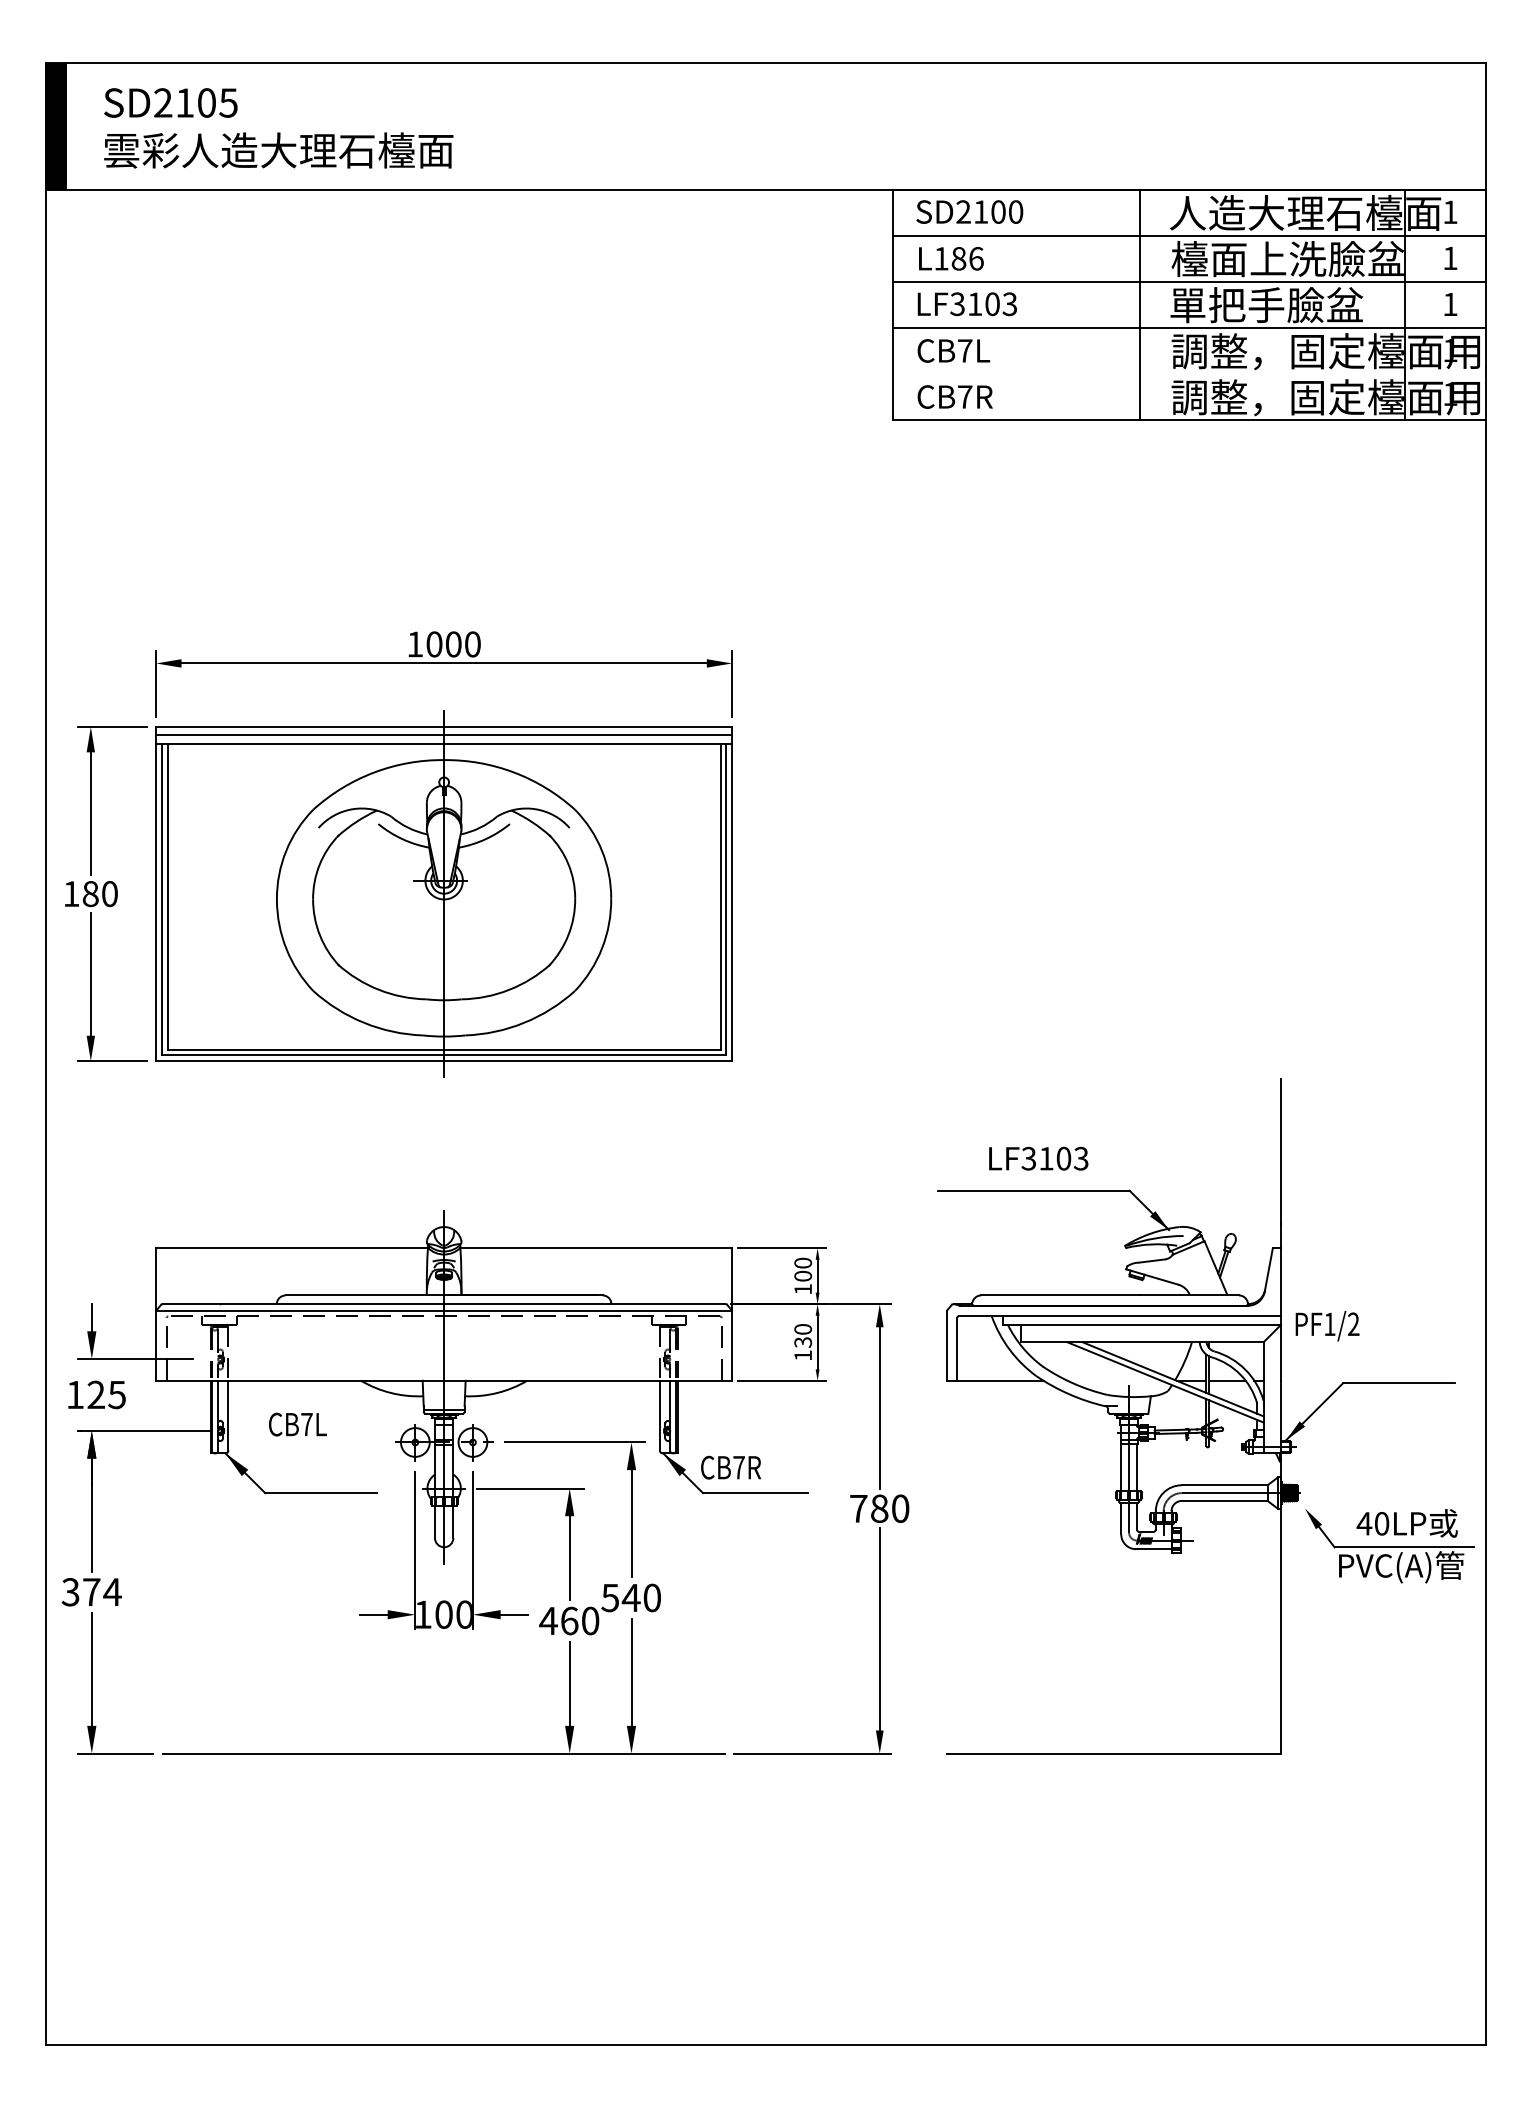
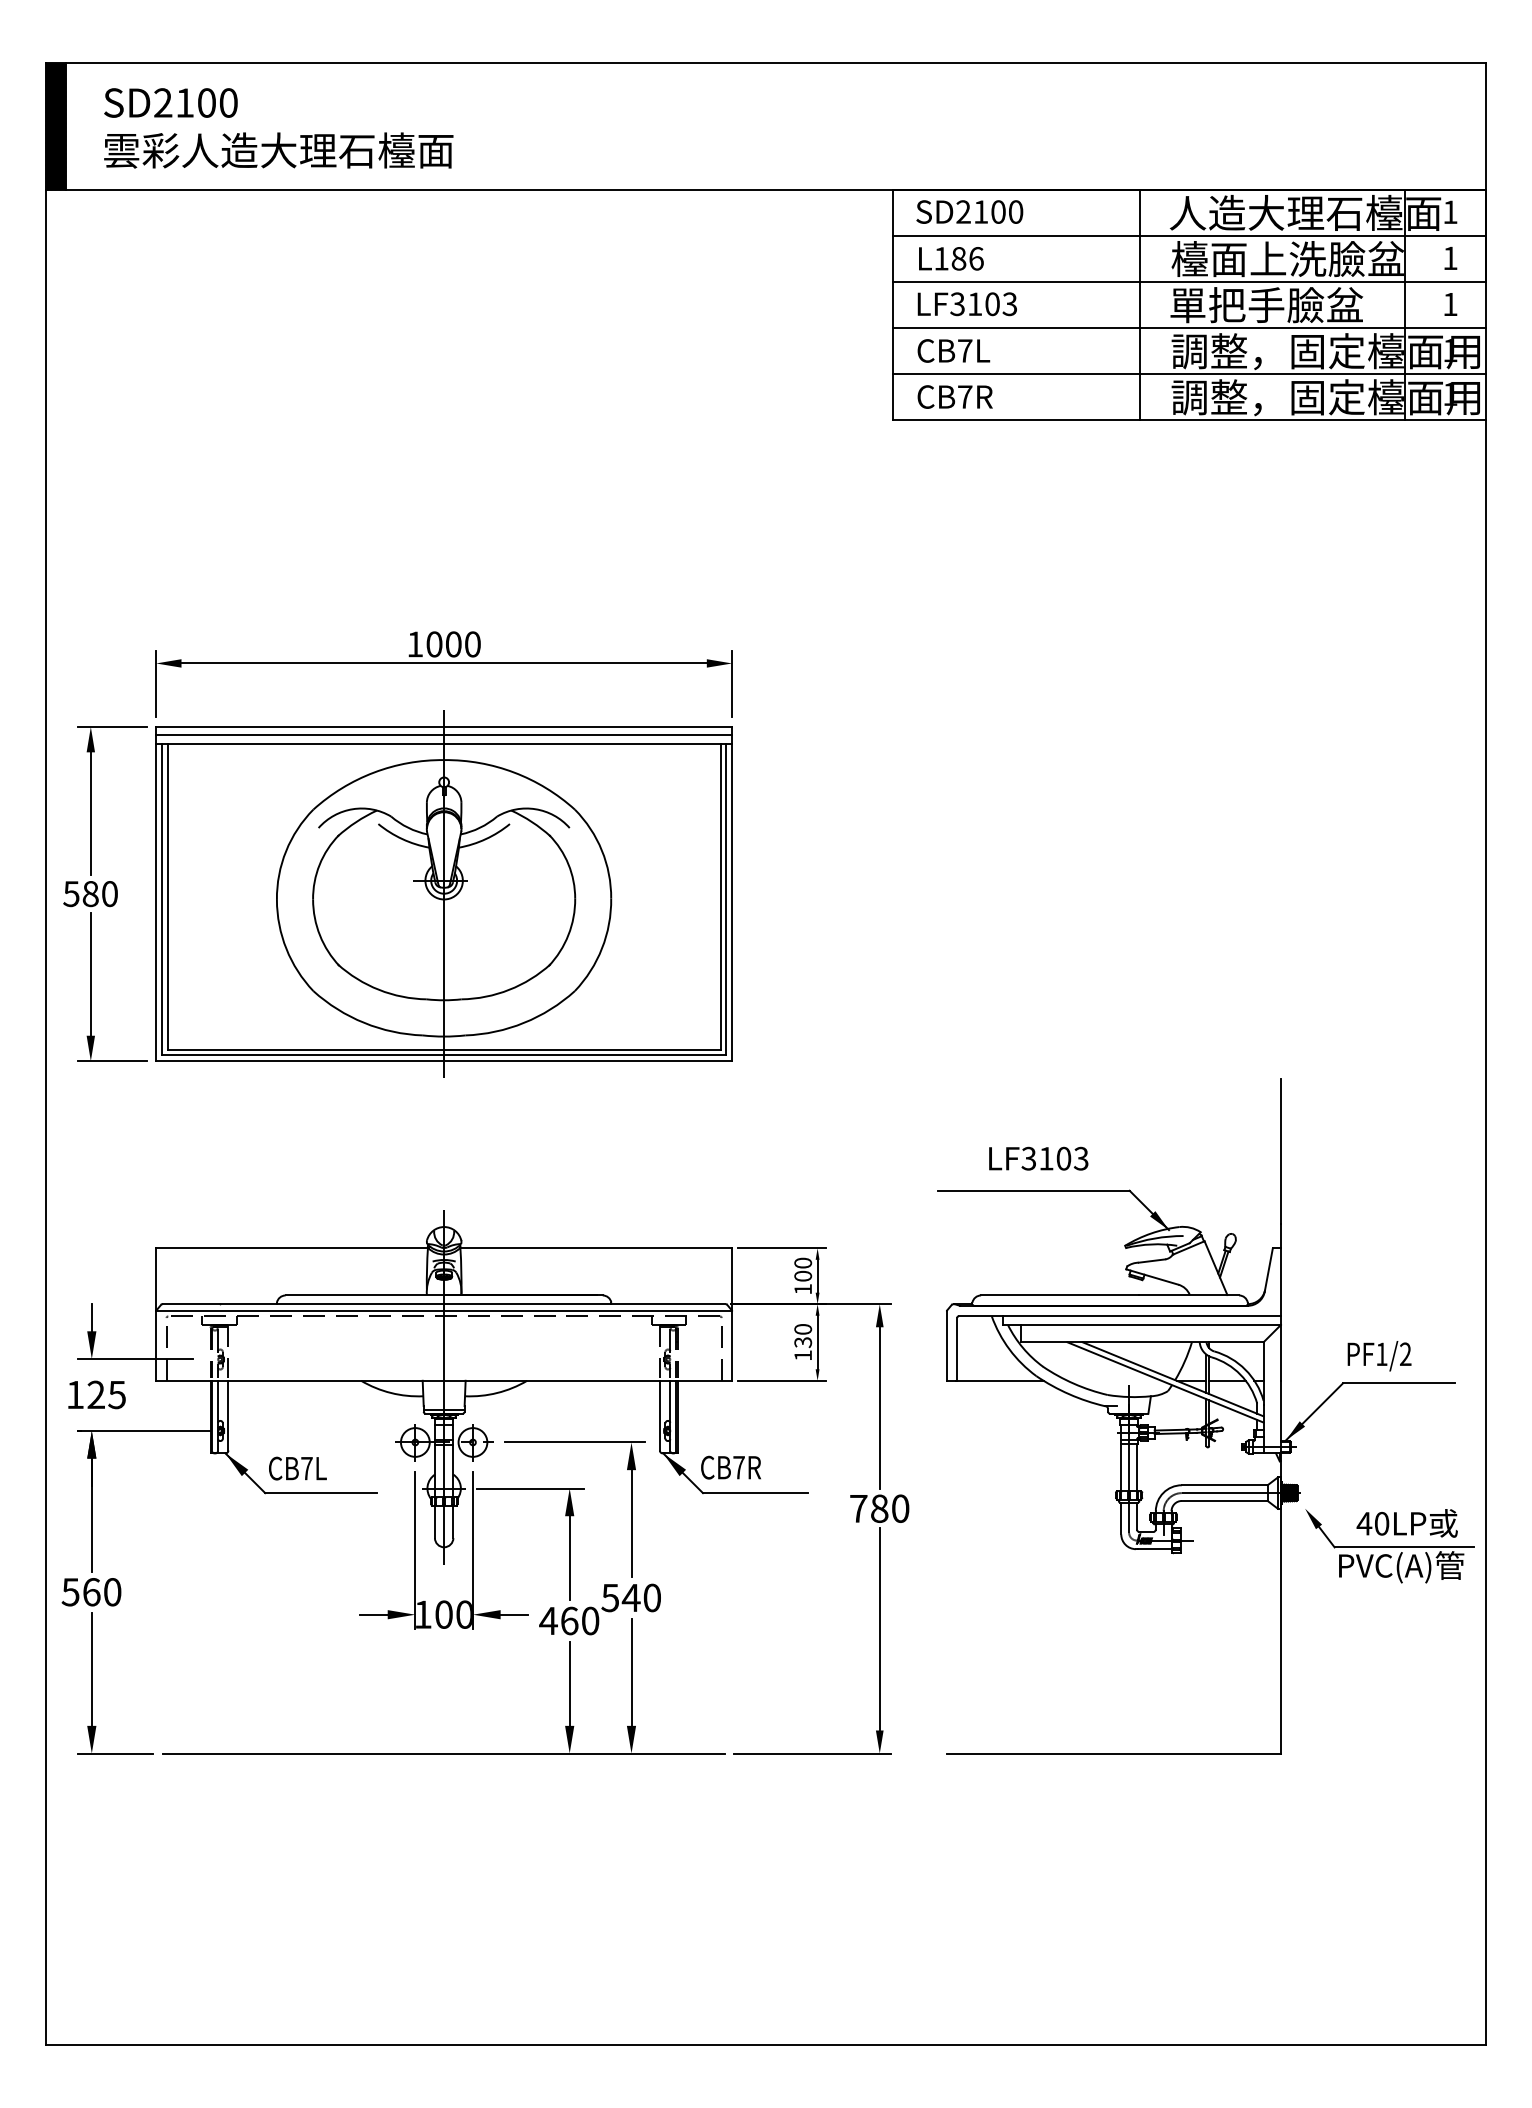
text at (228, 102): SD2105 -> SD2100
line at (1189, 374): none -> present
text at (71, 894): 180 -> 580
text at (1327, 1326) position: (1327, 1326) -> (1379, 1356)
text at (297, 1424) position: (297, 1424) -> (297, 1468)
text at (91, 1592): 374 -> 560
